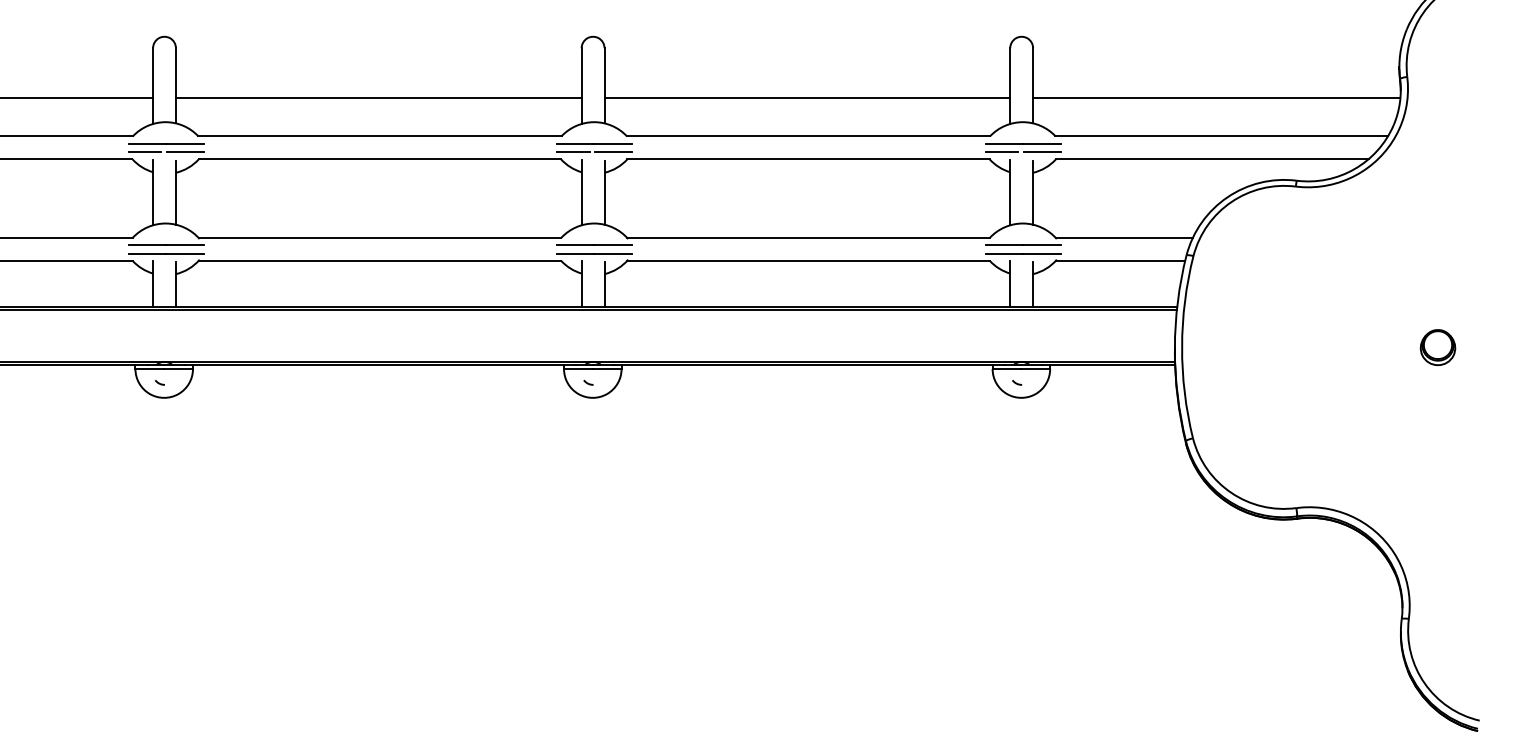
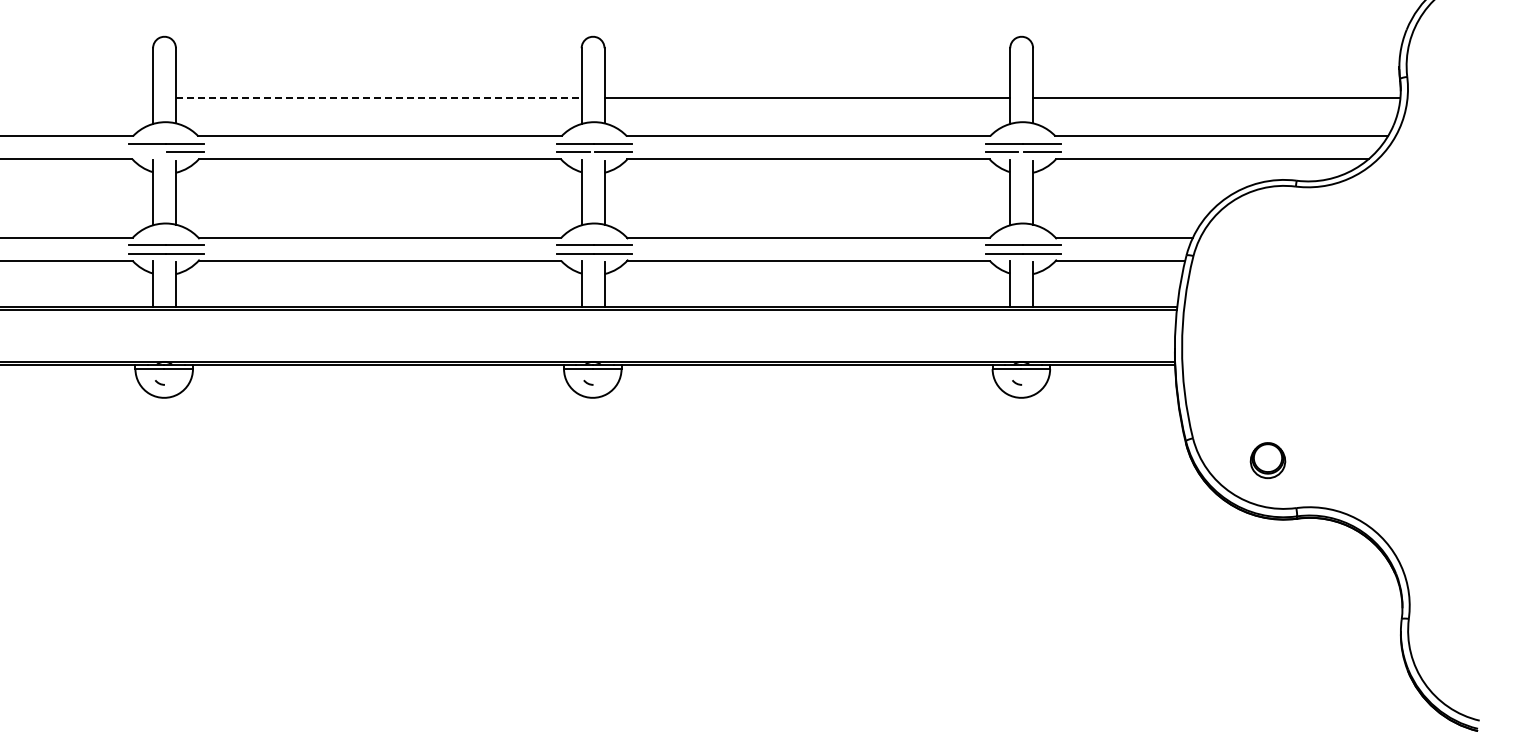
line at (77, 98): present -> none
line at (378, 98): solid -> dashed
line at (144, 152): present -> none
part at (1437, 347) position: (1437, 347) -> (1267, 460)
